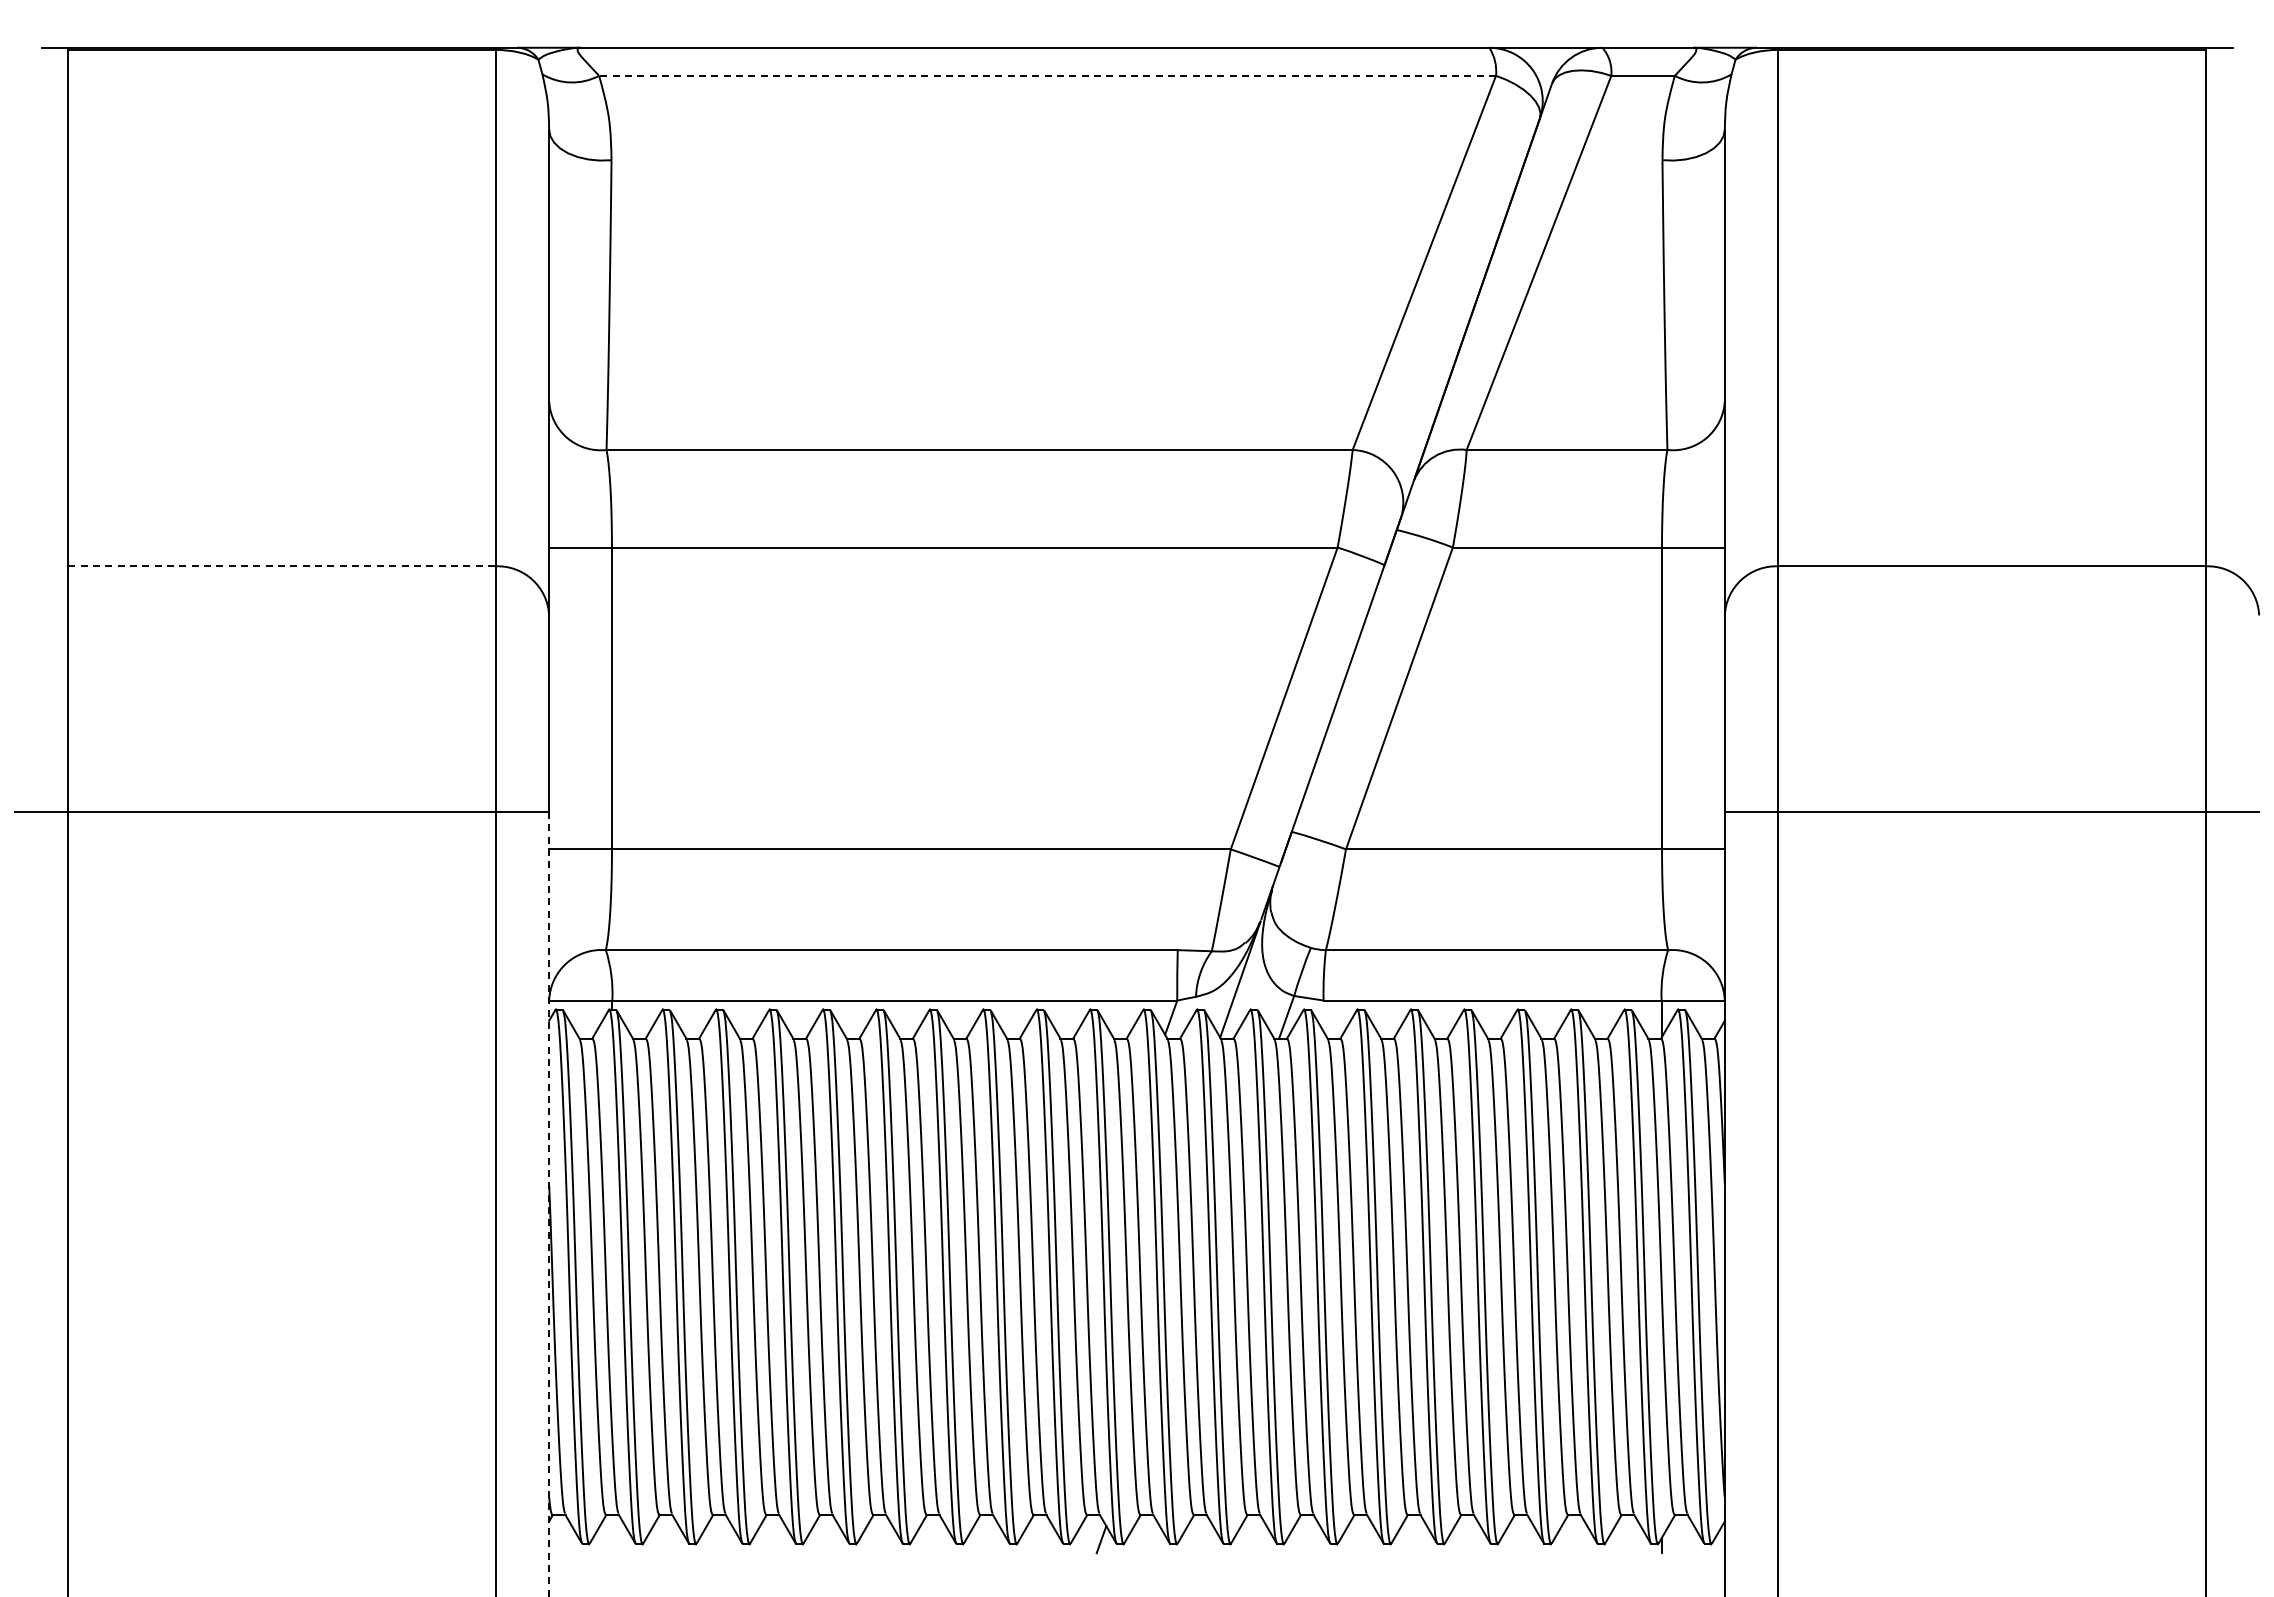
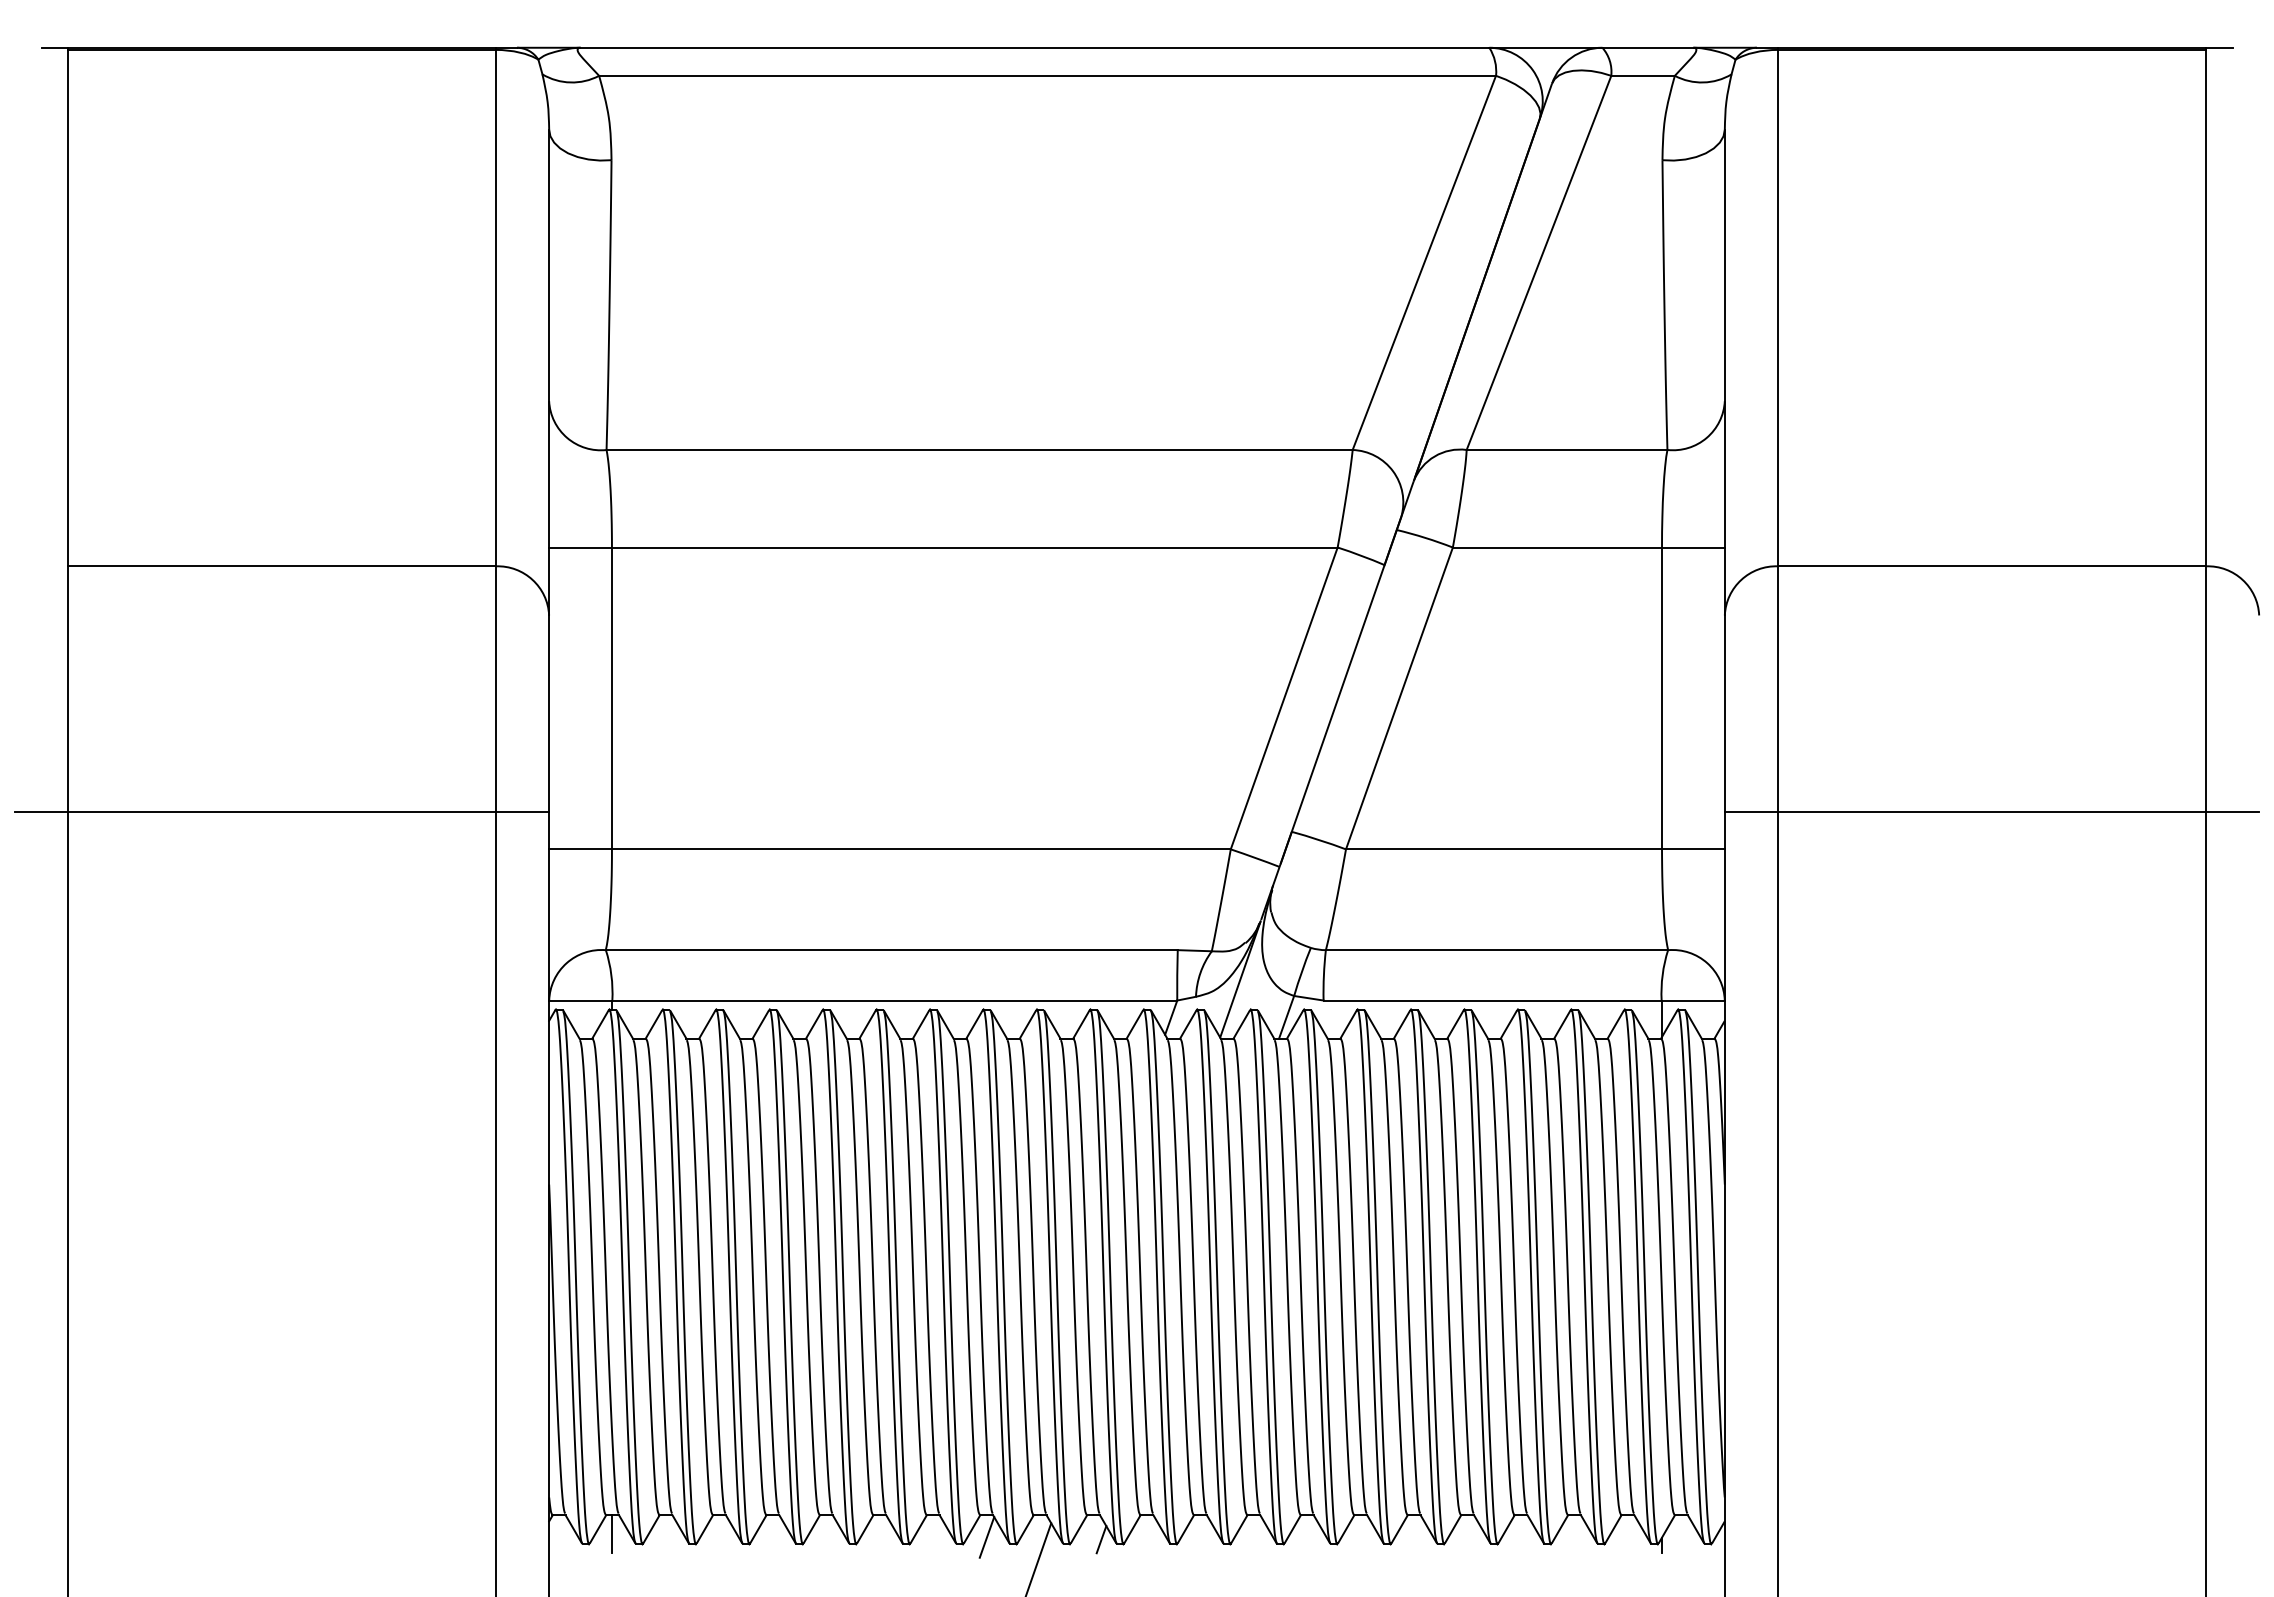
line at (1047, 75): dashed -> solid
line at (281, 566): dashed -> solid
line at (549, 1204): dashed -> solid
line at (612, 1534): none -> present
line at (986, 1537): none -> present
line at (1038, 1558): none -> present
